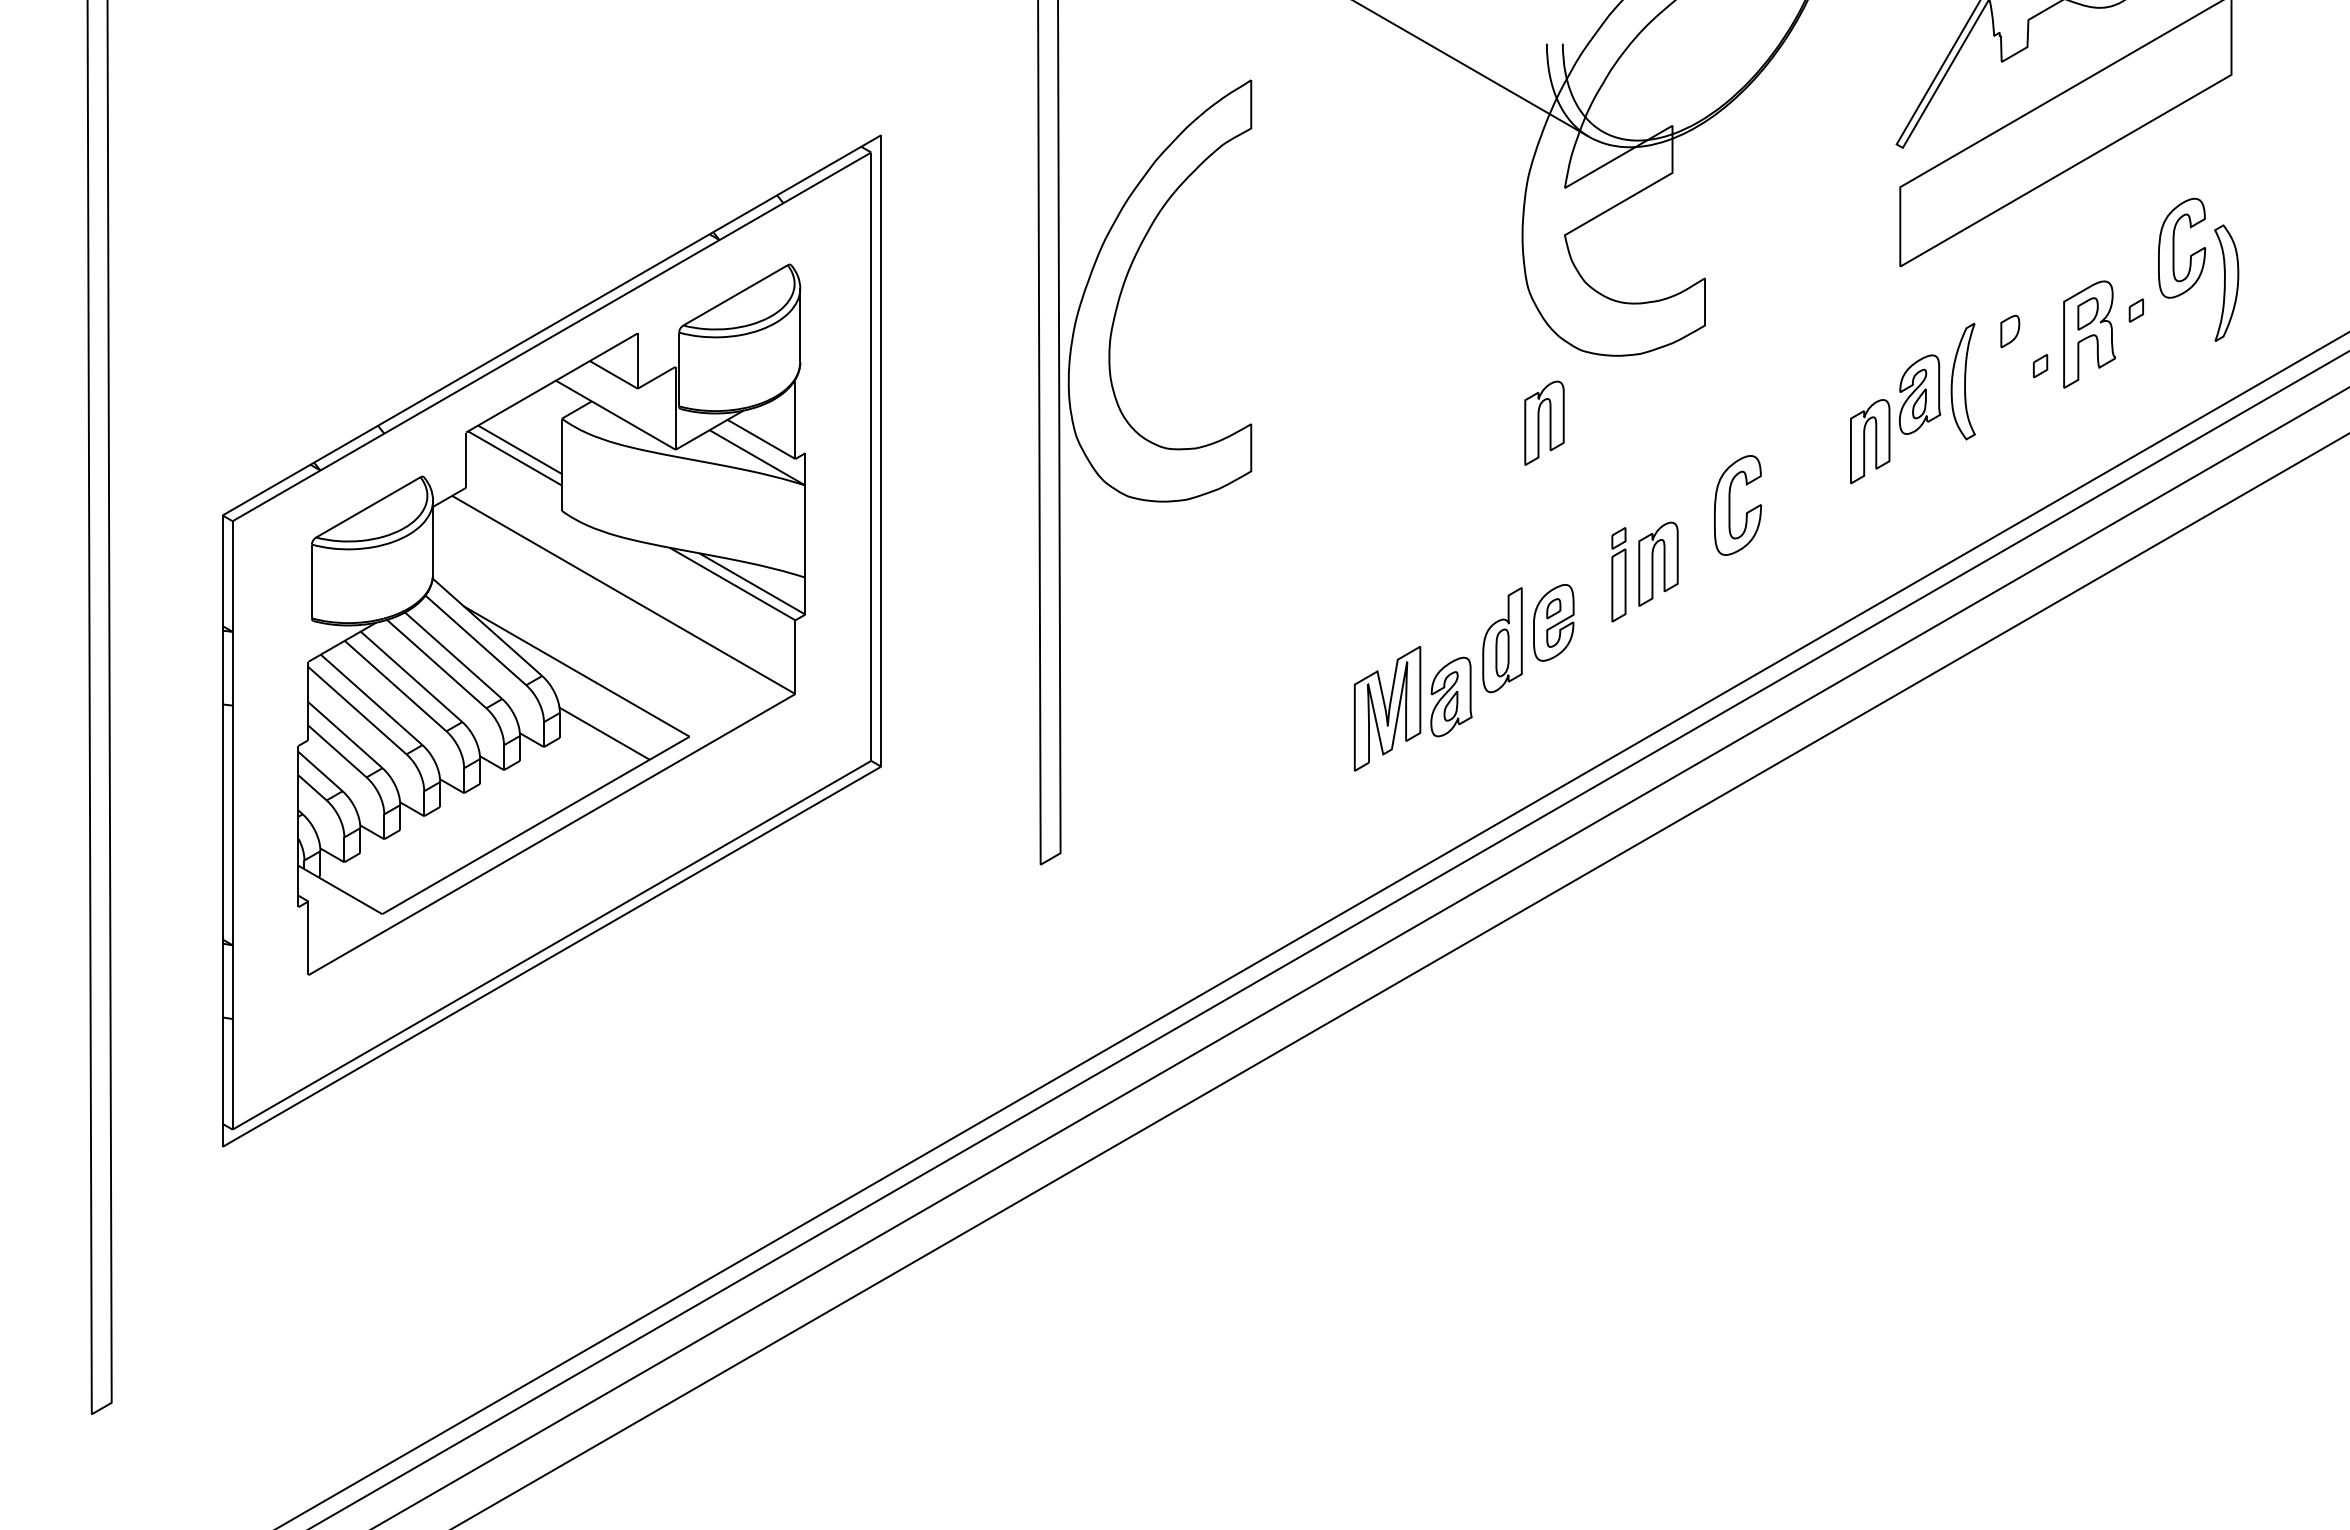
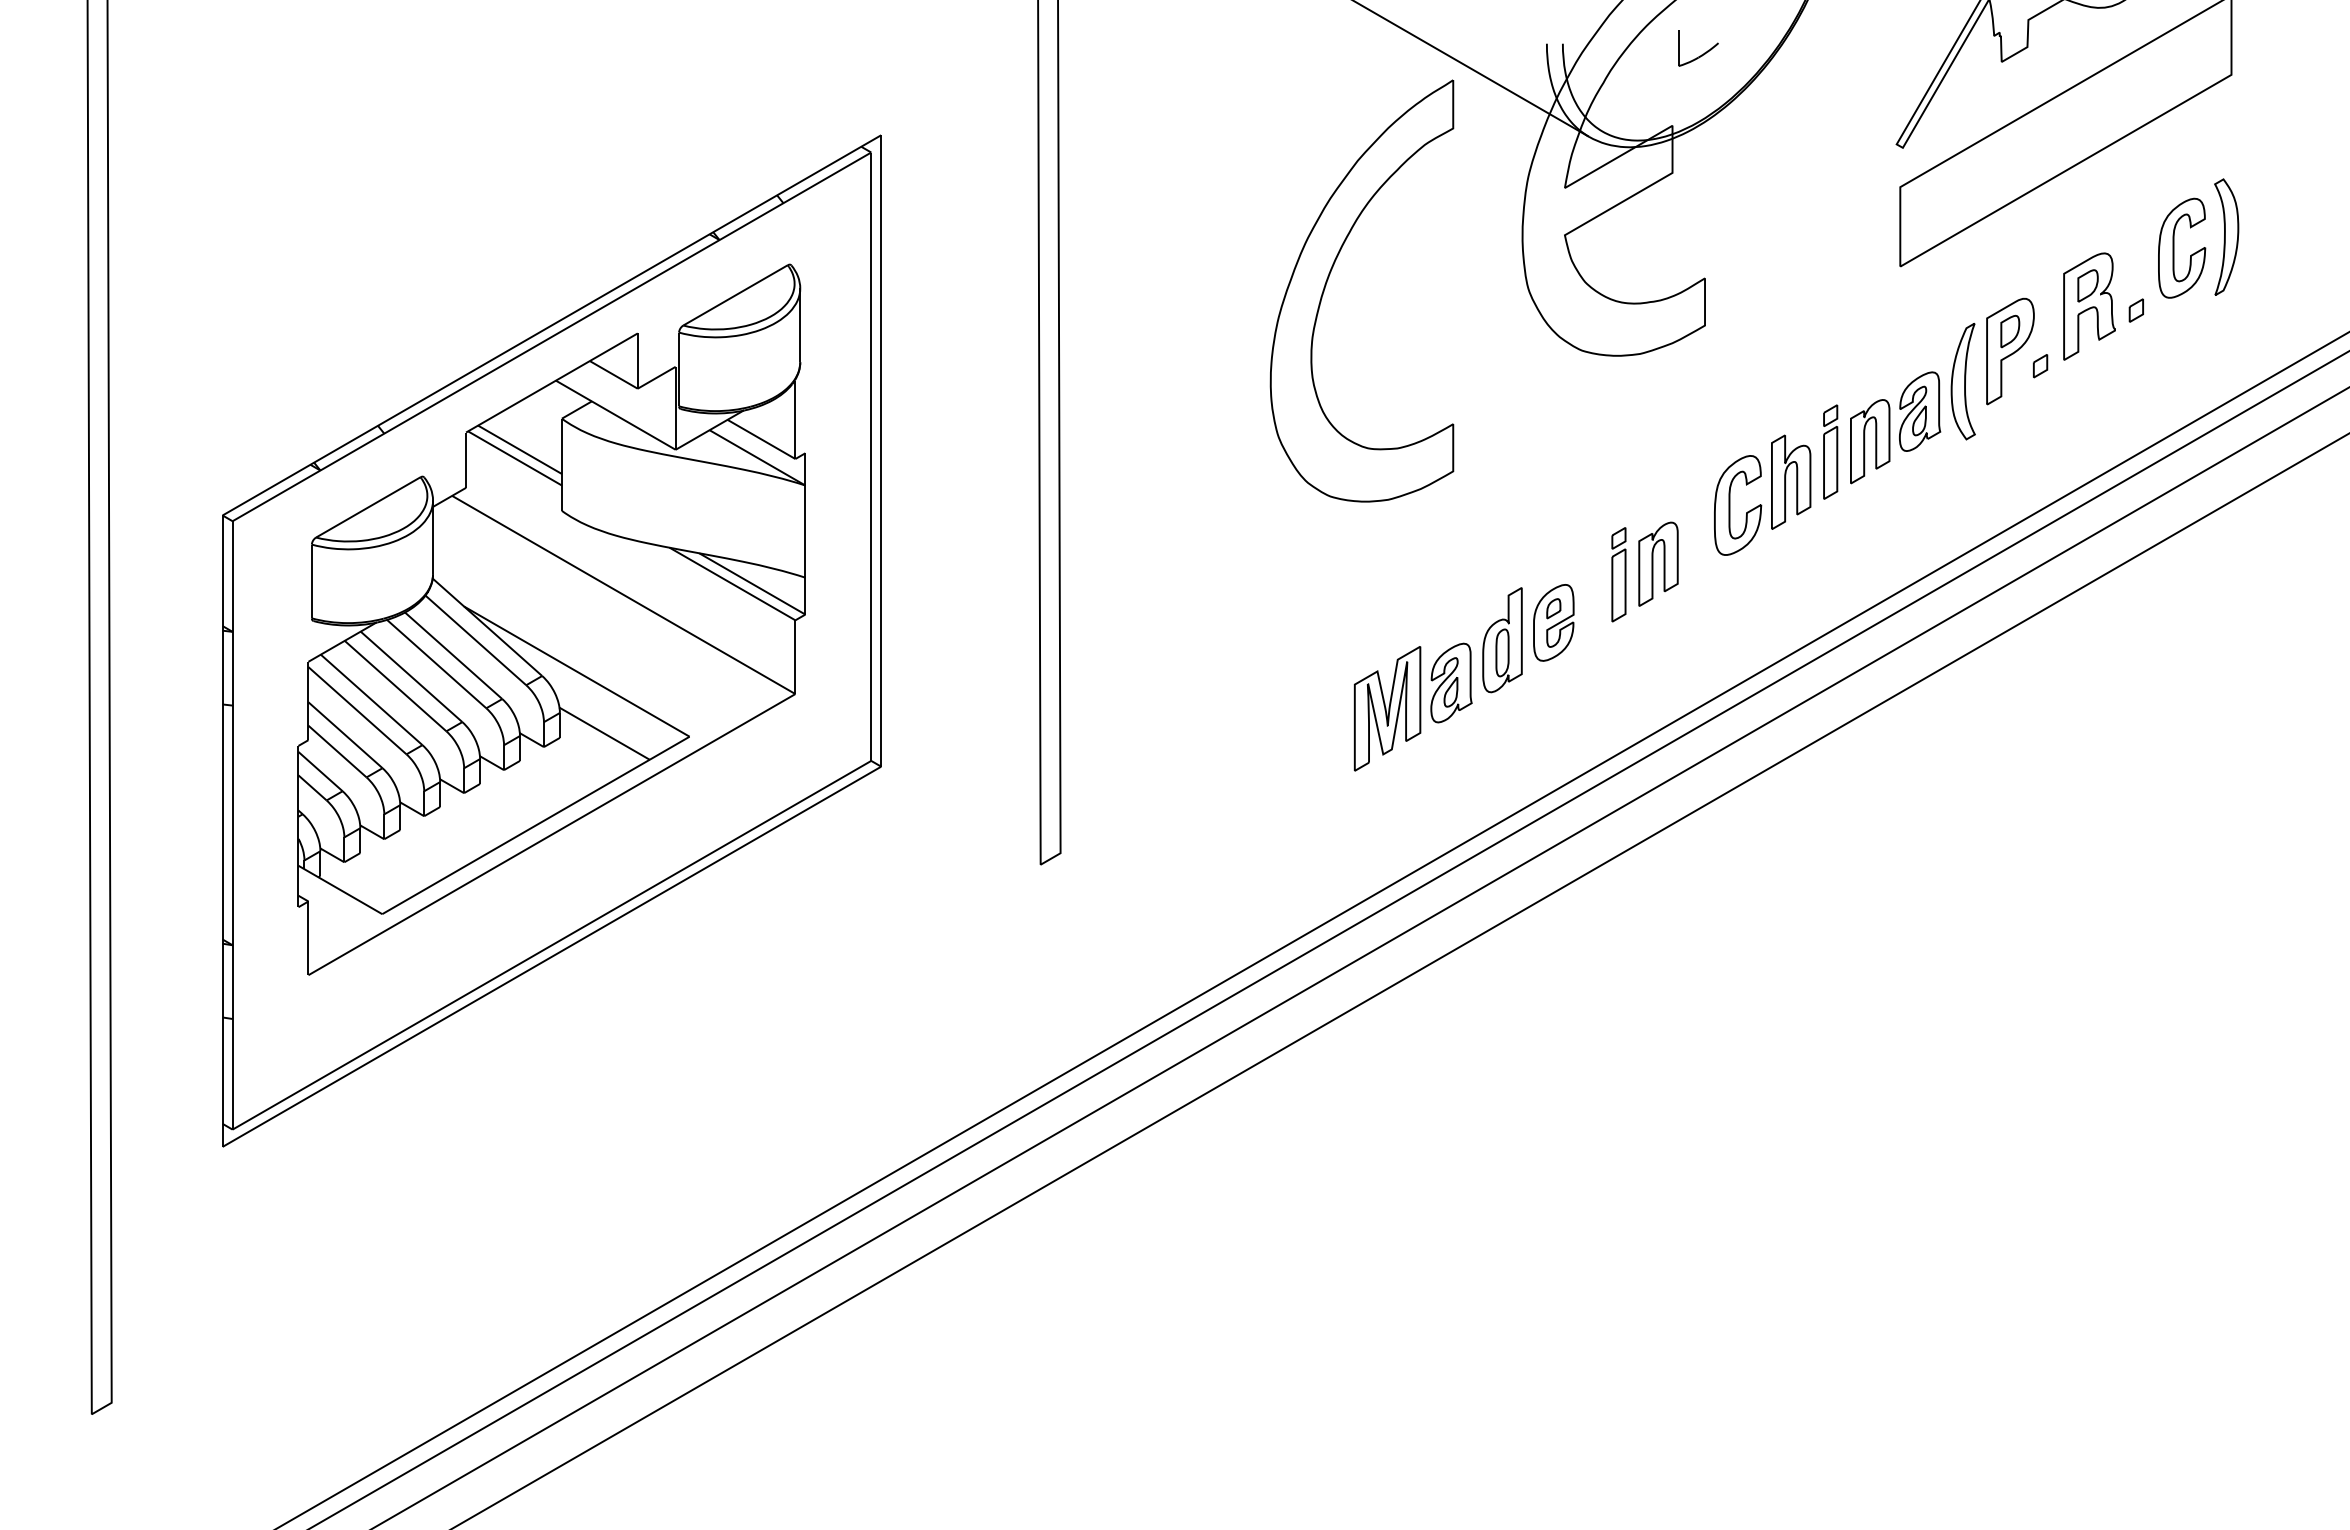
part at (1701, 54): none -> present
part at (1127, 277) position: (1127, 277) -> (1329, 277)
part at (2226, 282) position: (2226, 282) -> (2226, 236)
part at (2089, 334) position: (2089, 334) -> (2089, 306)
part at (2010, 351): none -> present
part at (1920, 394) position: (1920, 394) -> (1920, 411)
part at (1544, 422): present -> none
part at (1830, 451): none -> present
part at (1791, 481): none -> present
part at (1451, 696) position: (1451, 696) -> (1451, 682)
